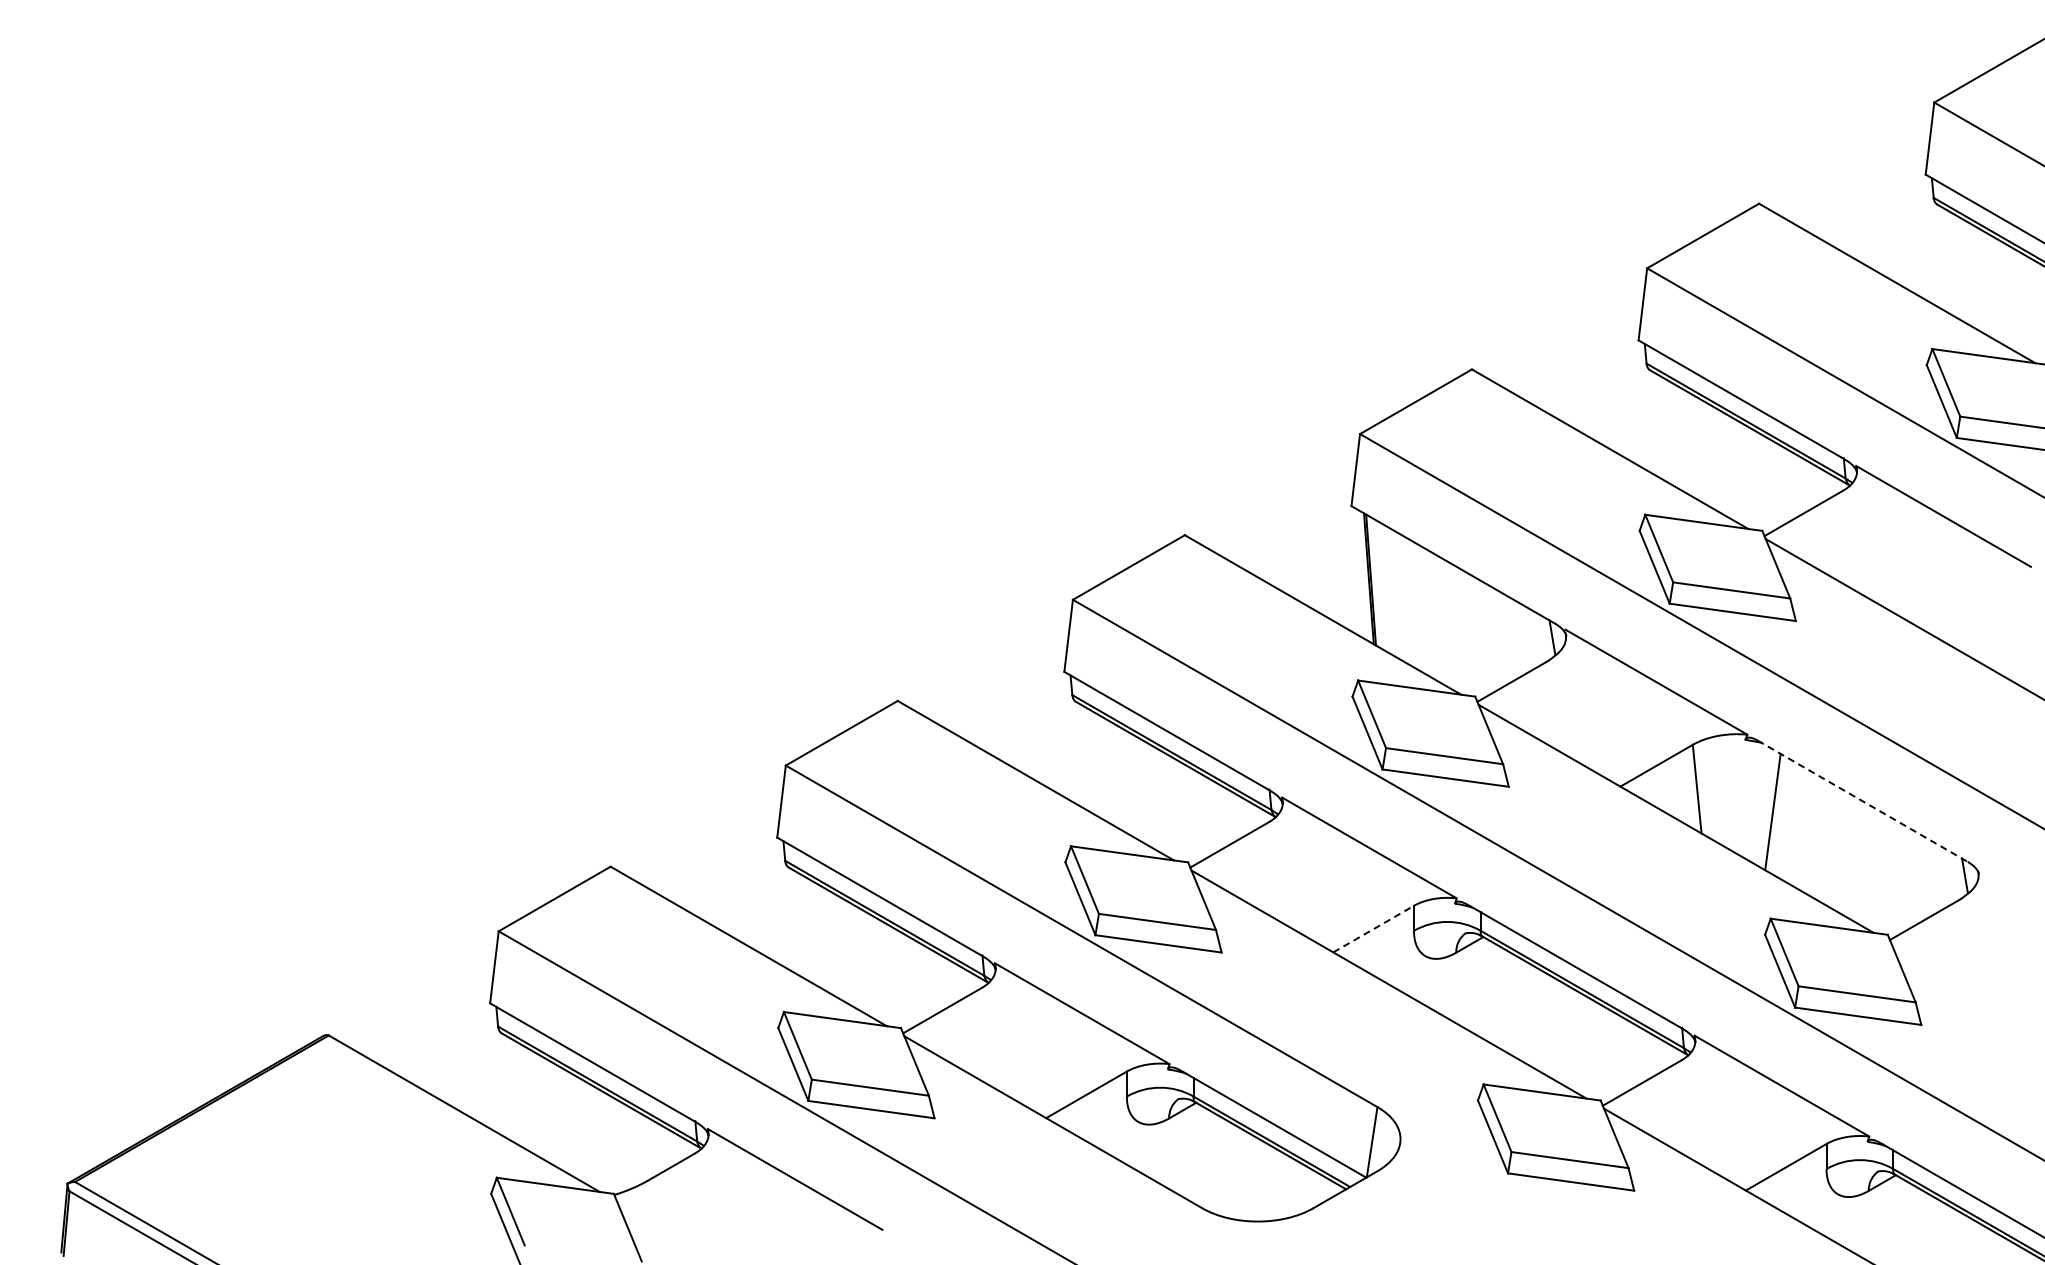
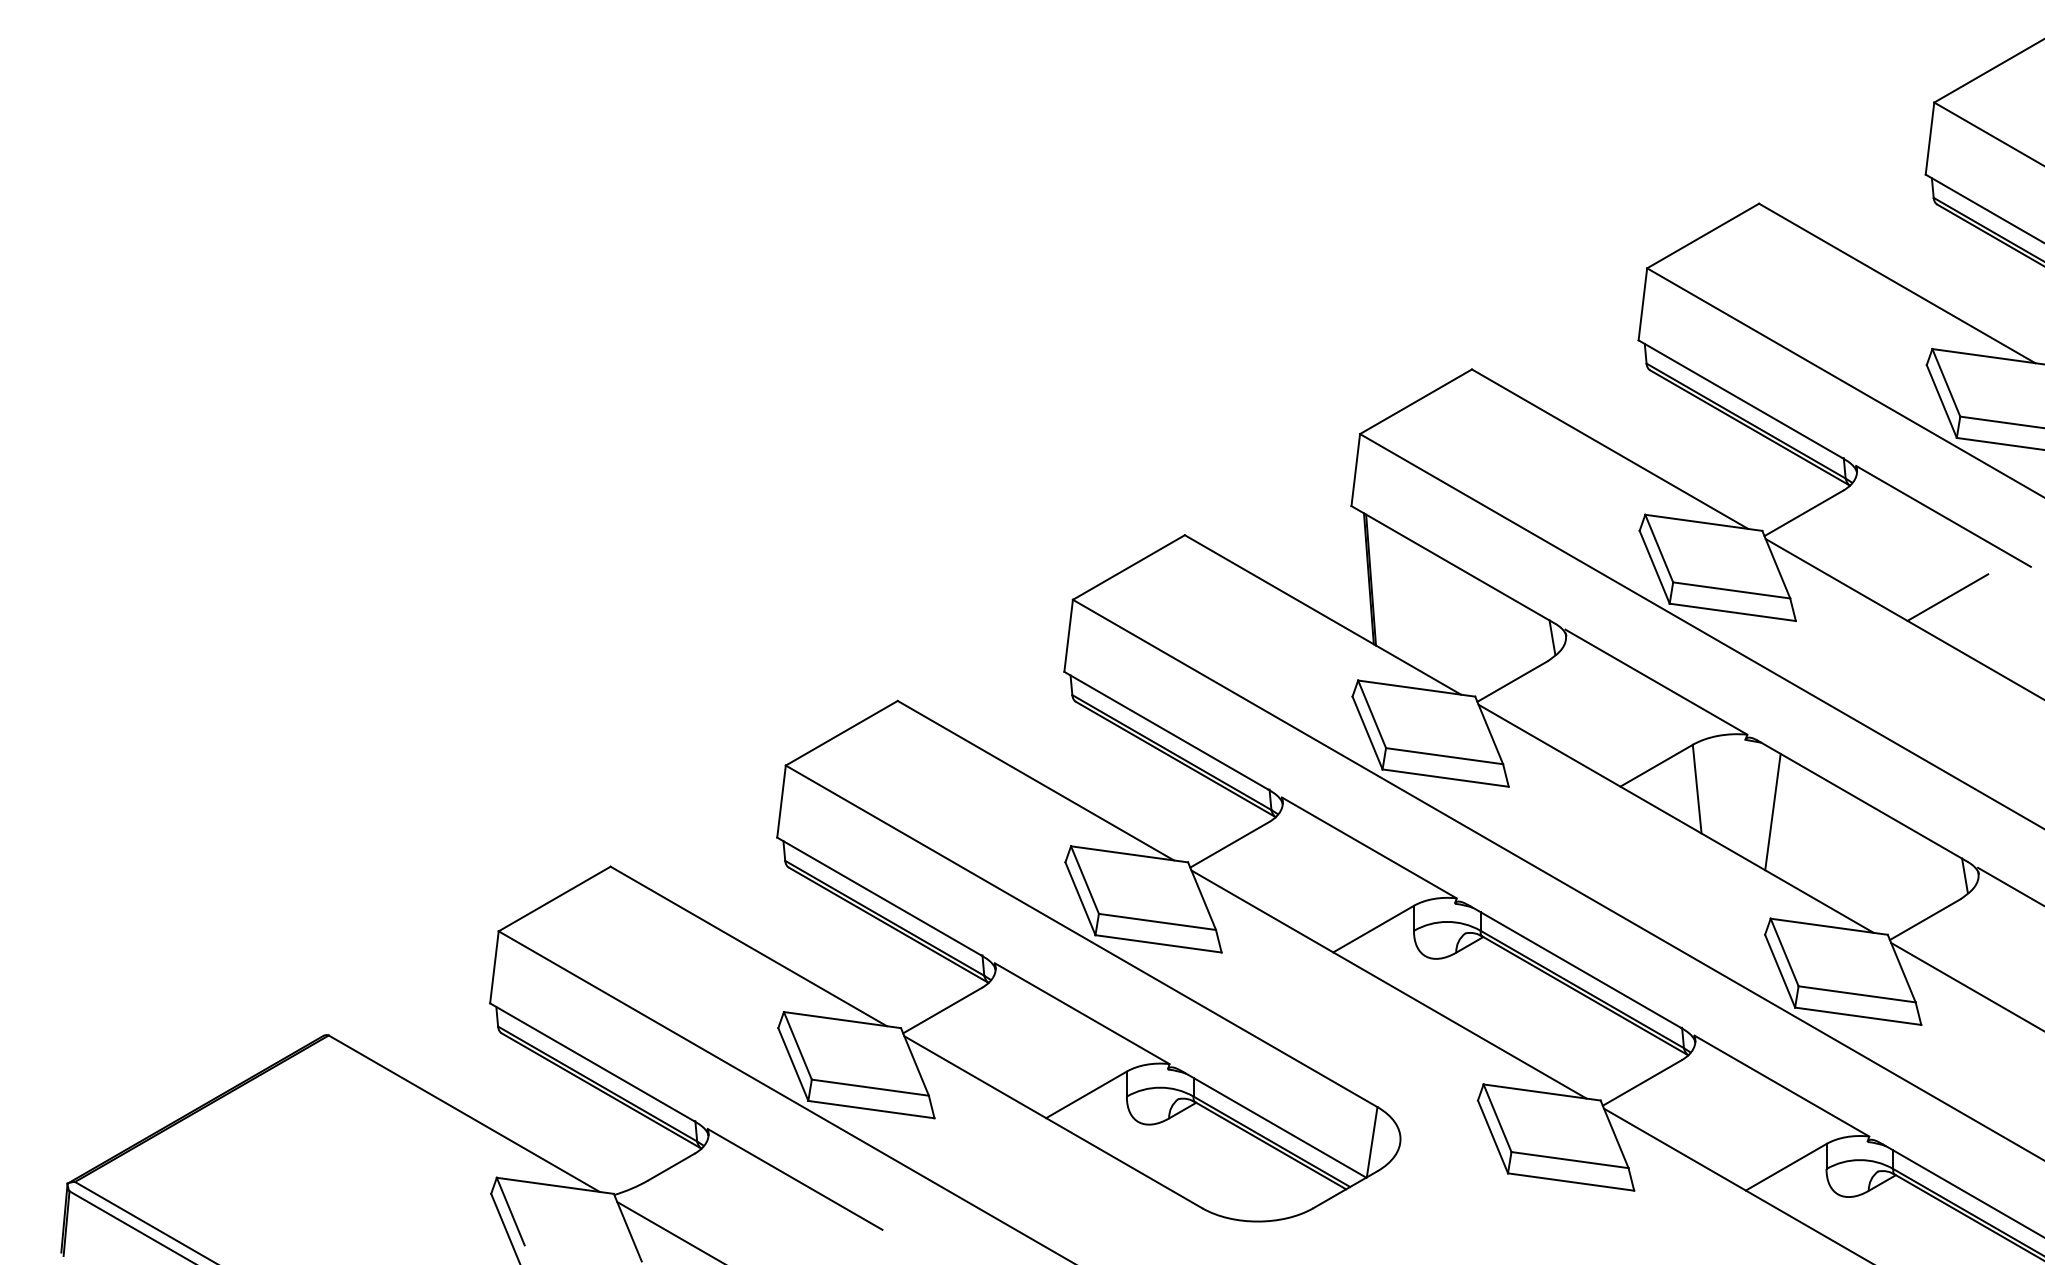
line at (1947, 597): none -> present
line at (1863, 801): dashed -> solid
line at (2009, 885): none -> present
line at (1373, 929): dashed -> solid
line at (1966, 986): none -> present
line at (668, 1231): none -> present
